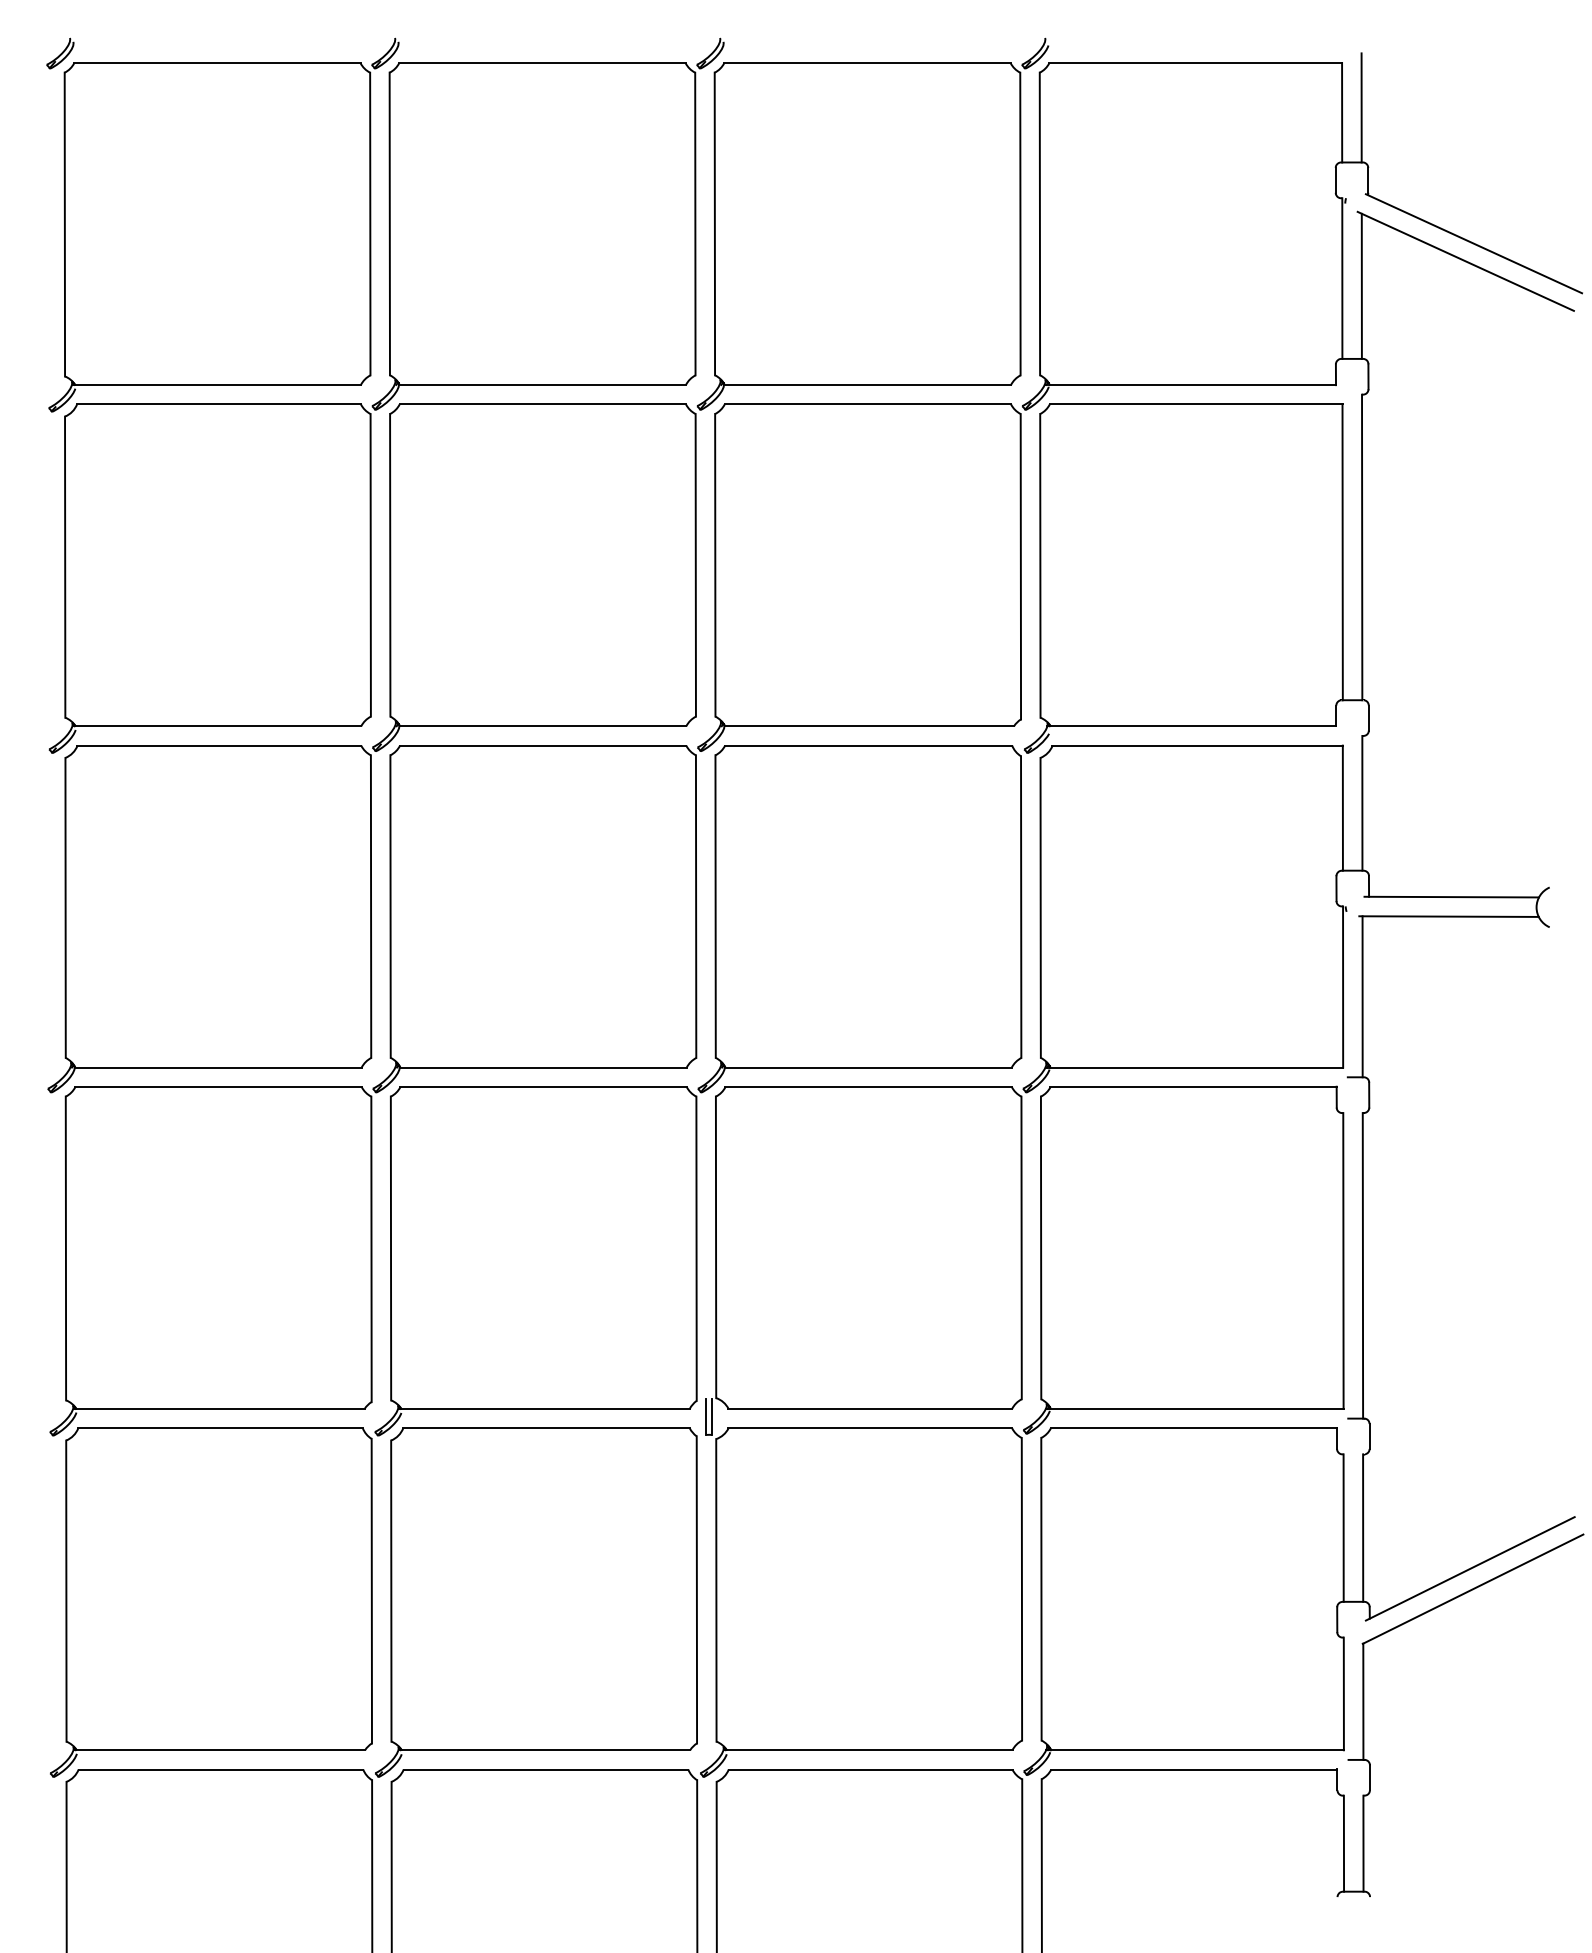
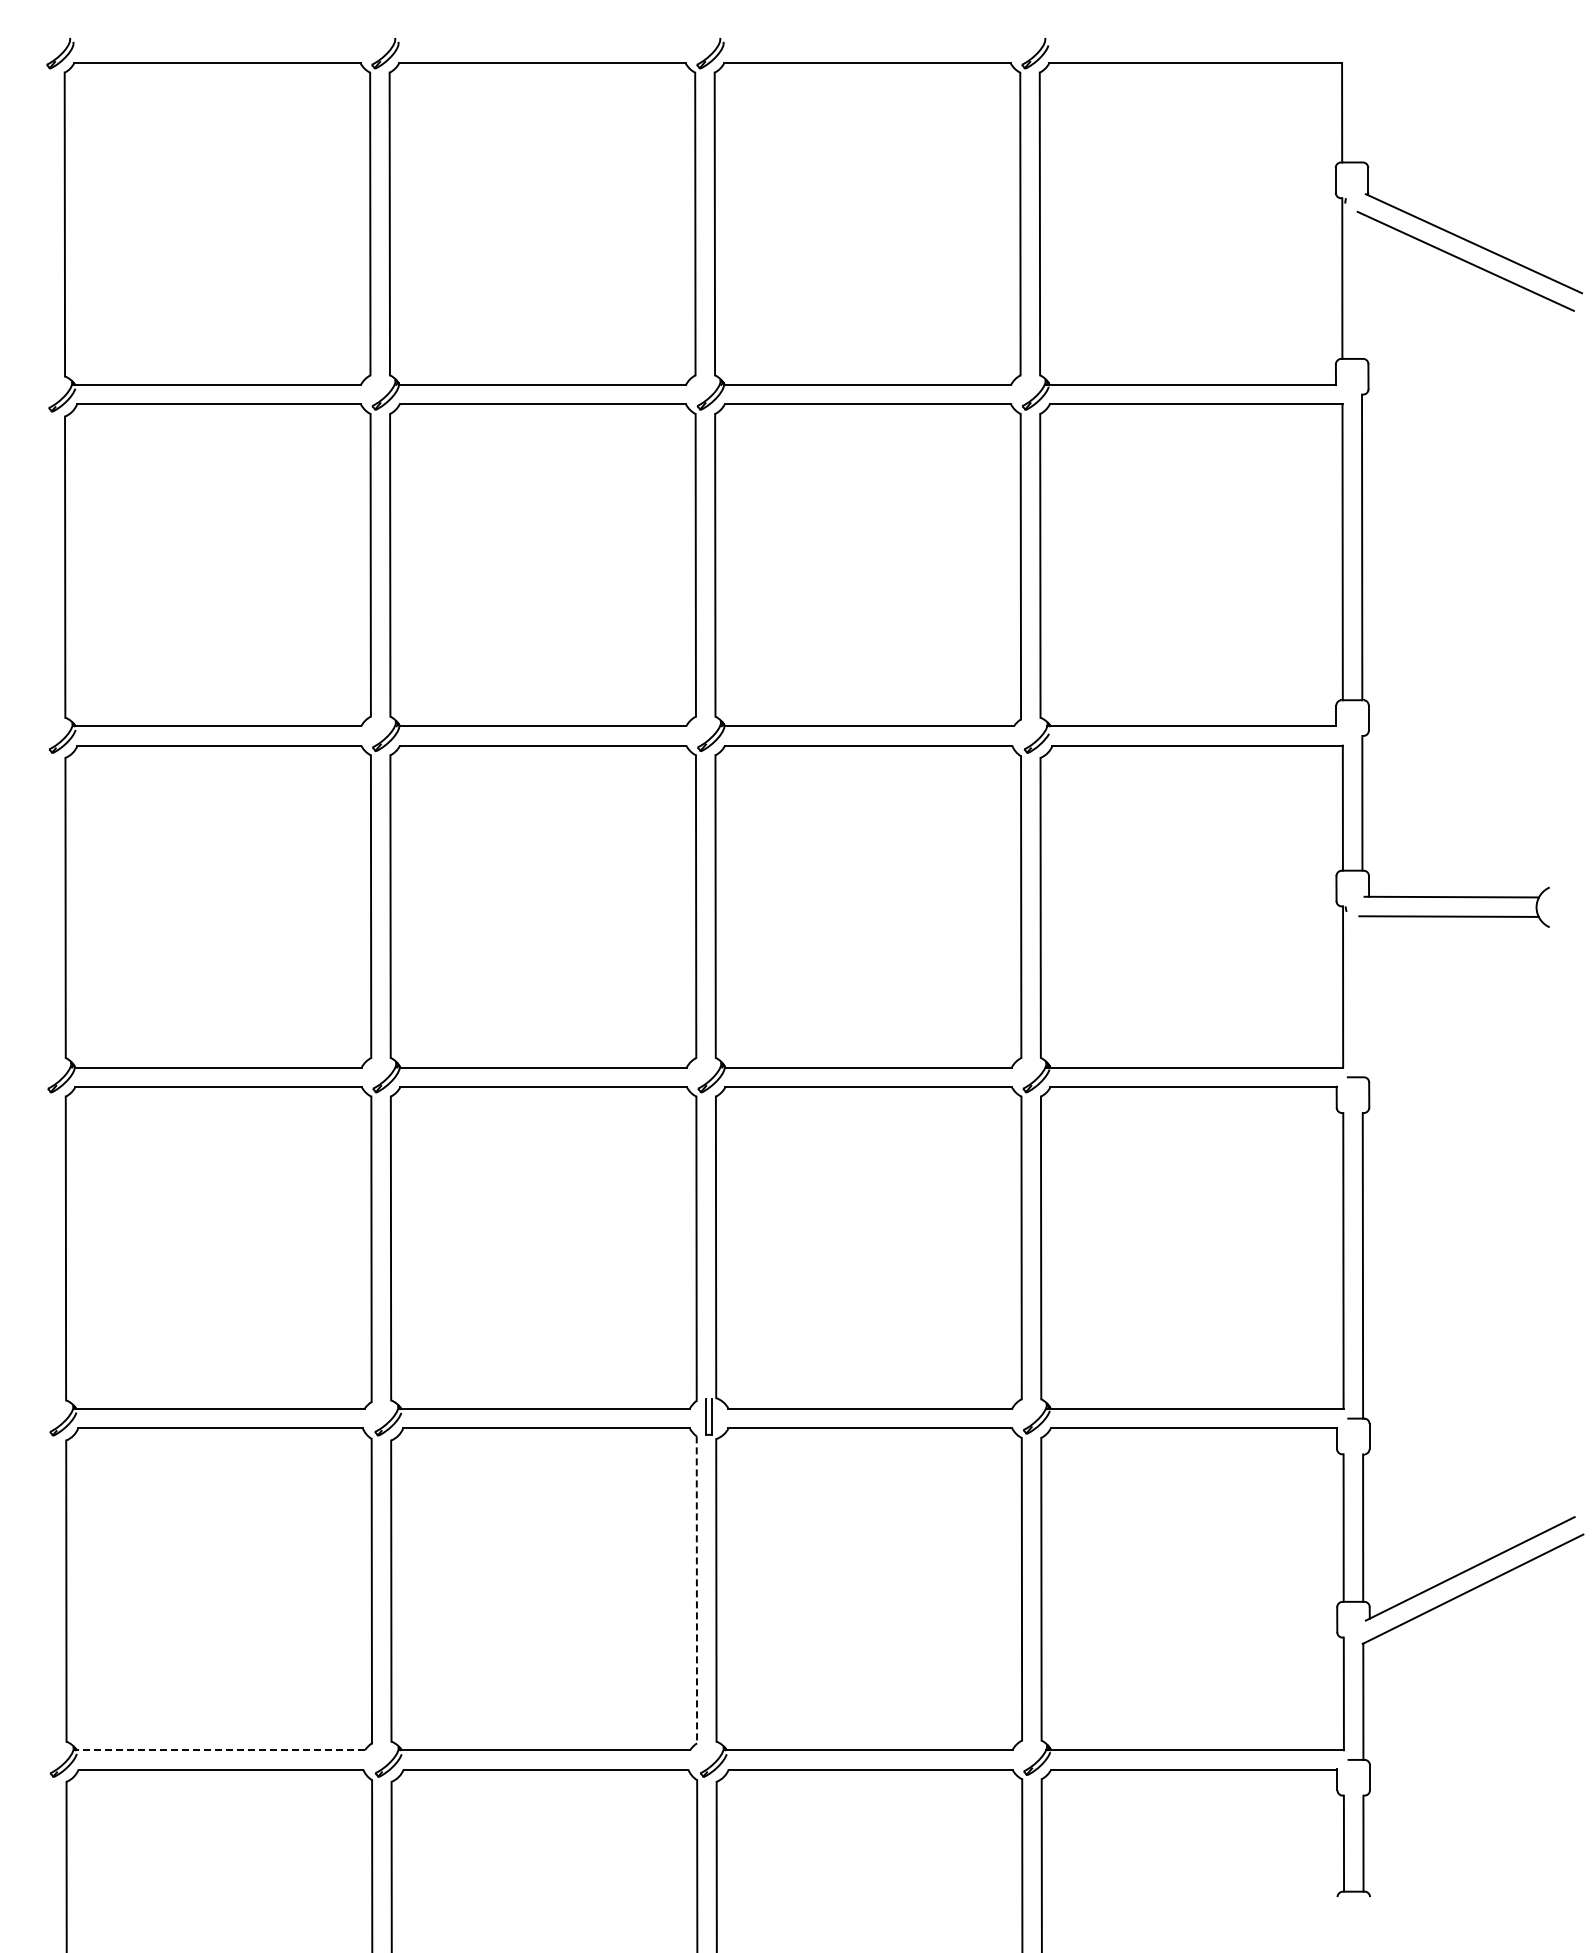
line at (1361, 107): present -> none
line at (1361, 285): present -> none
line at (1362, 996): present -> none
line at (696, 1589): solid -> dashed
line at (220, 1750): solid -> dashed
